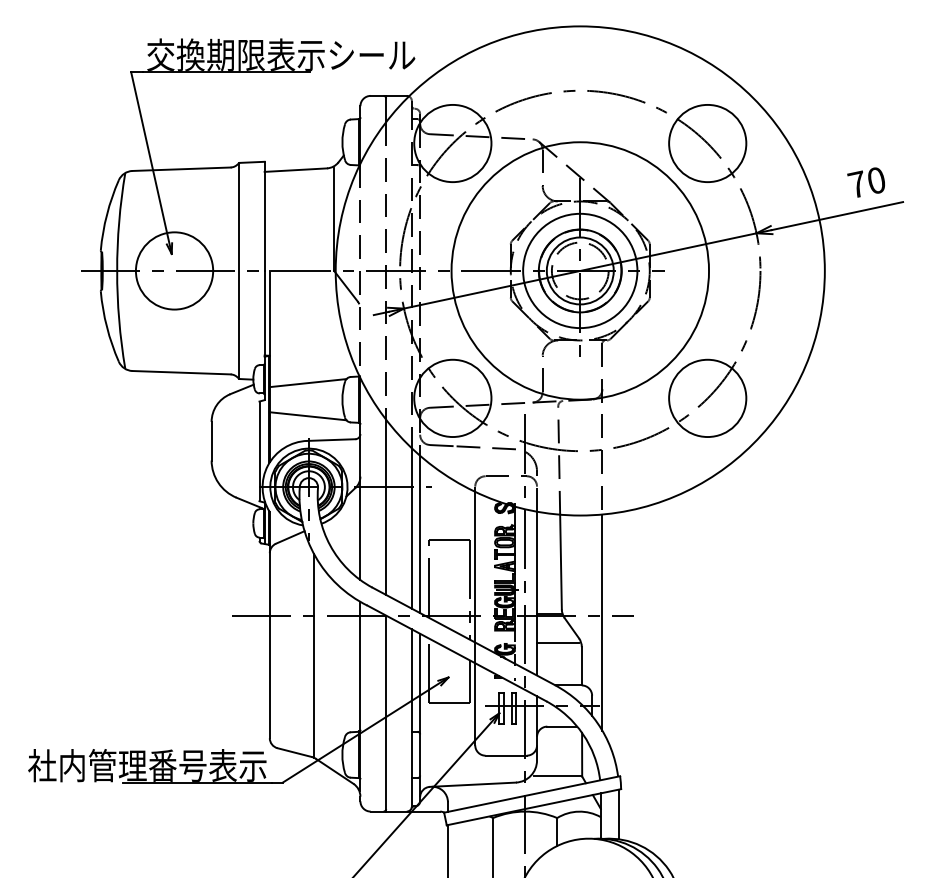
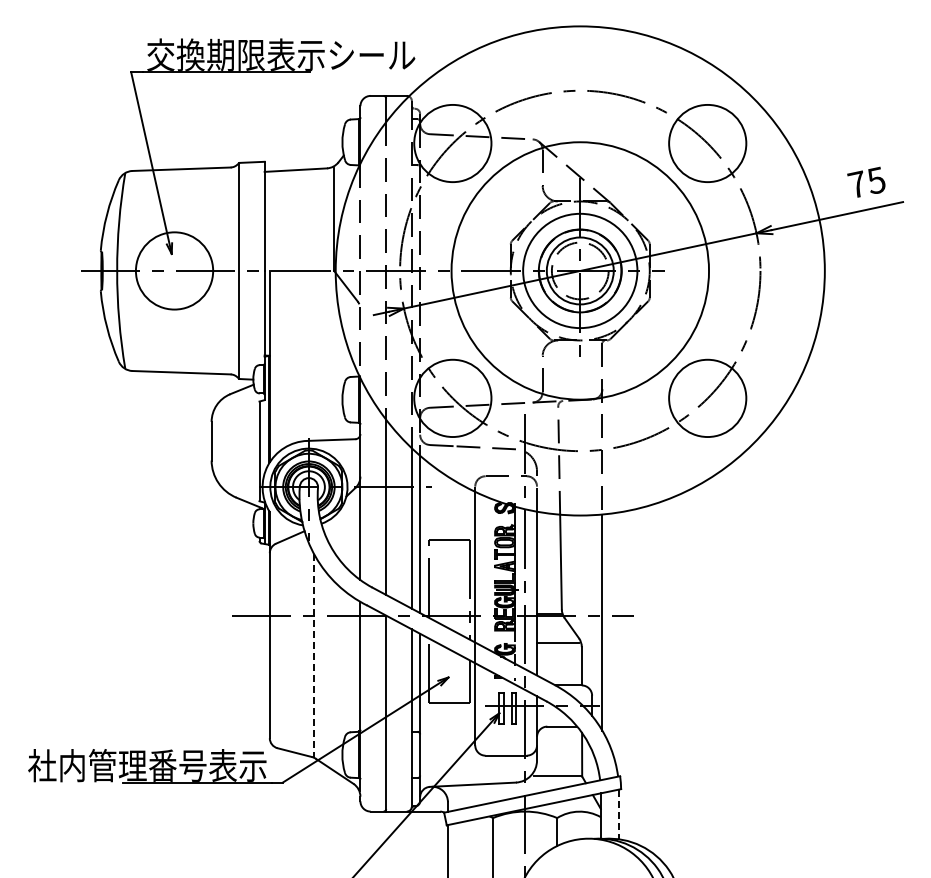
text at (876, 179): 70 -> 75
line at (307, 383): present -> none
line at (307, 416): present -> none
line at (314, 655): solid -> dashed
line at (619, 814): solid -> dashed
